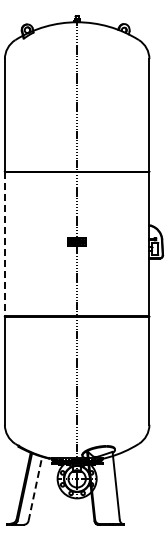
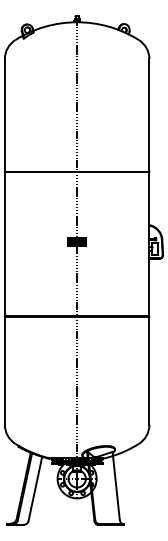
line at (4, 244): dashed -> solid
line at (35, 488): dashed -> solid
